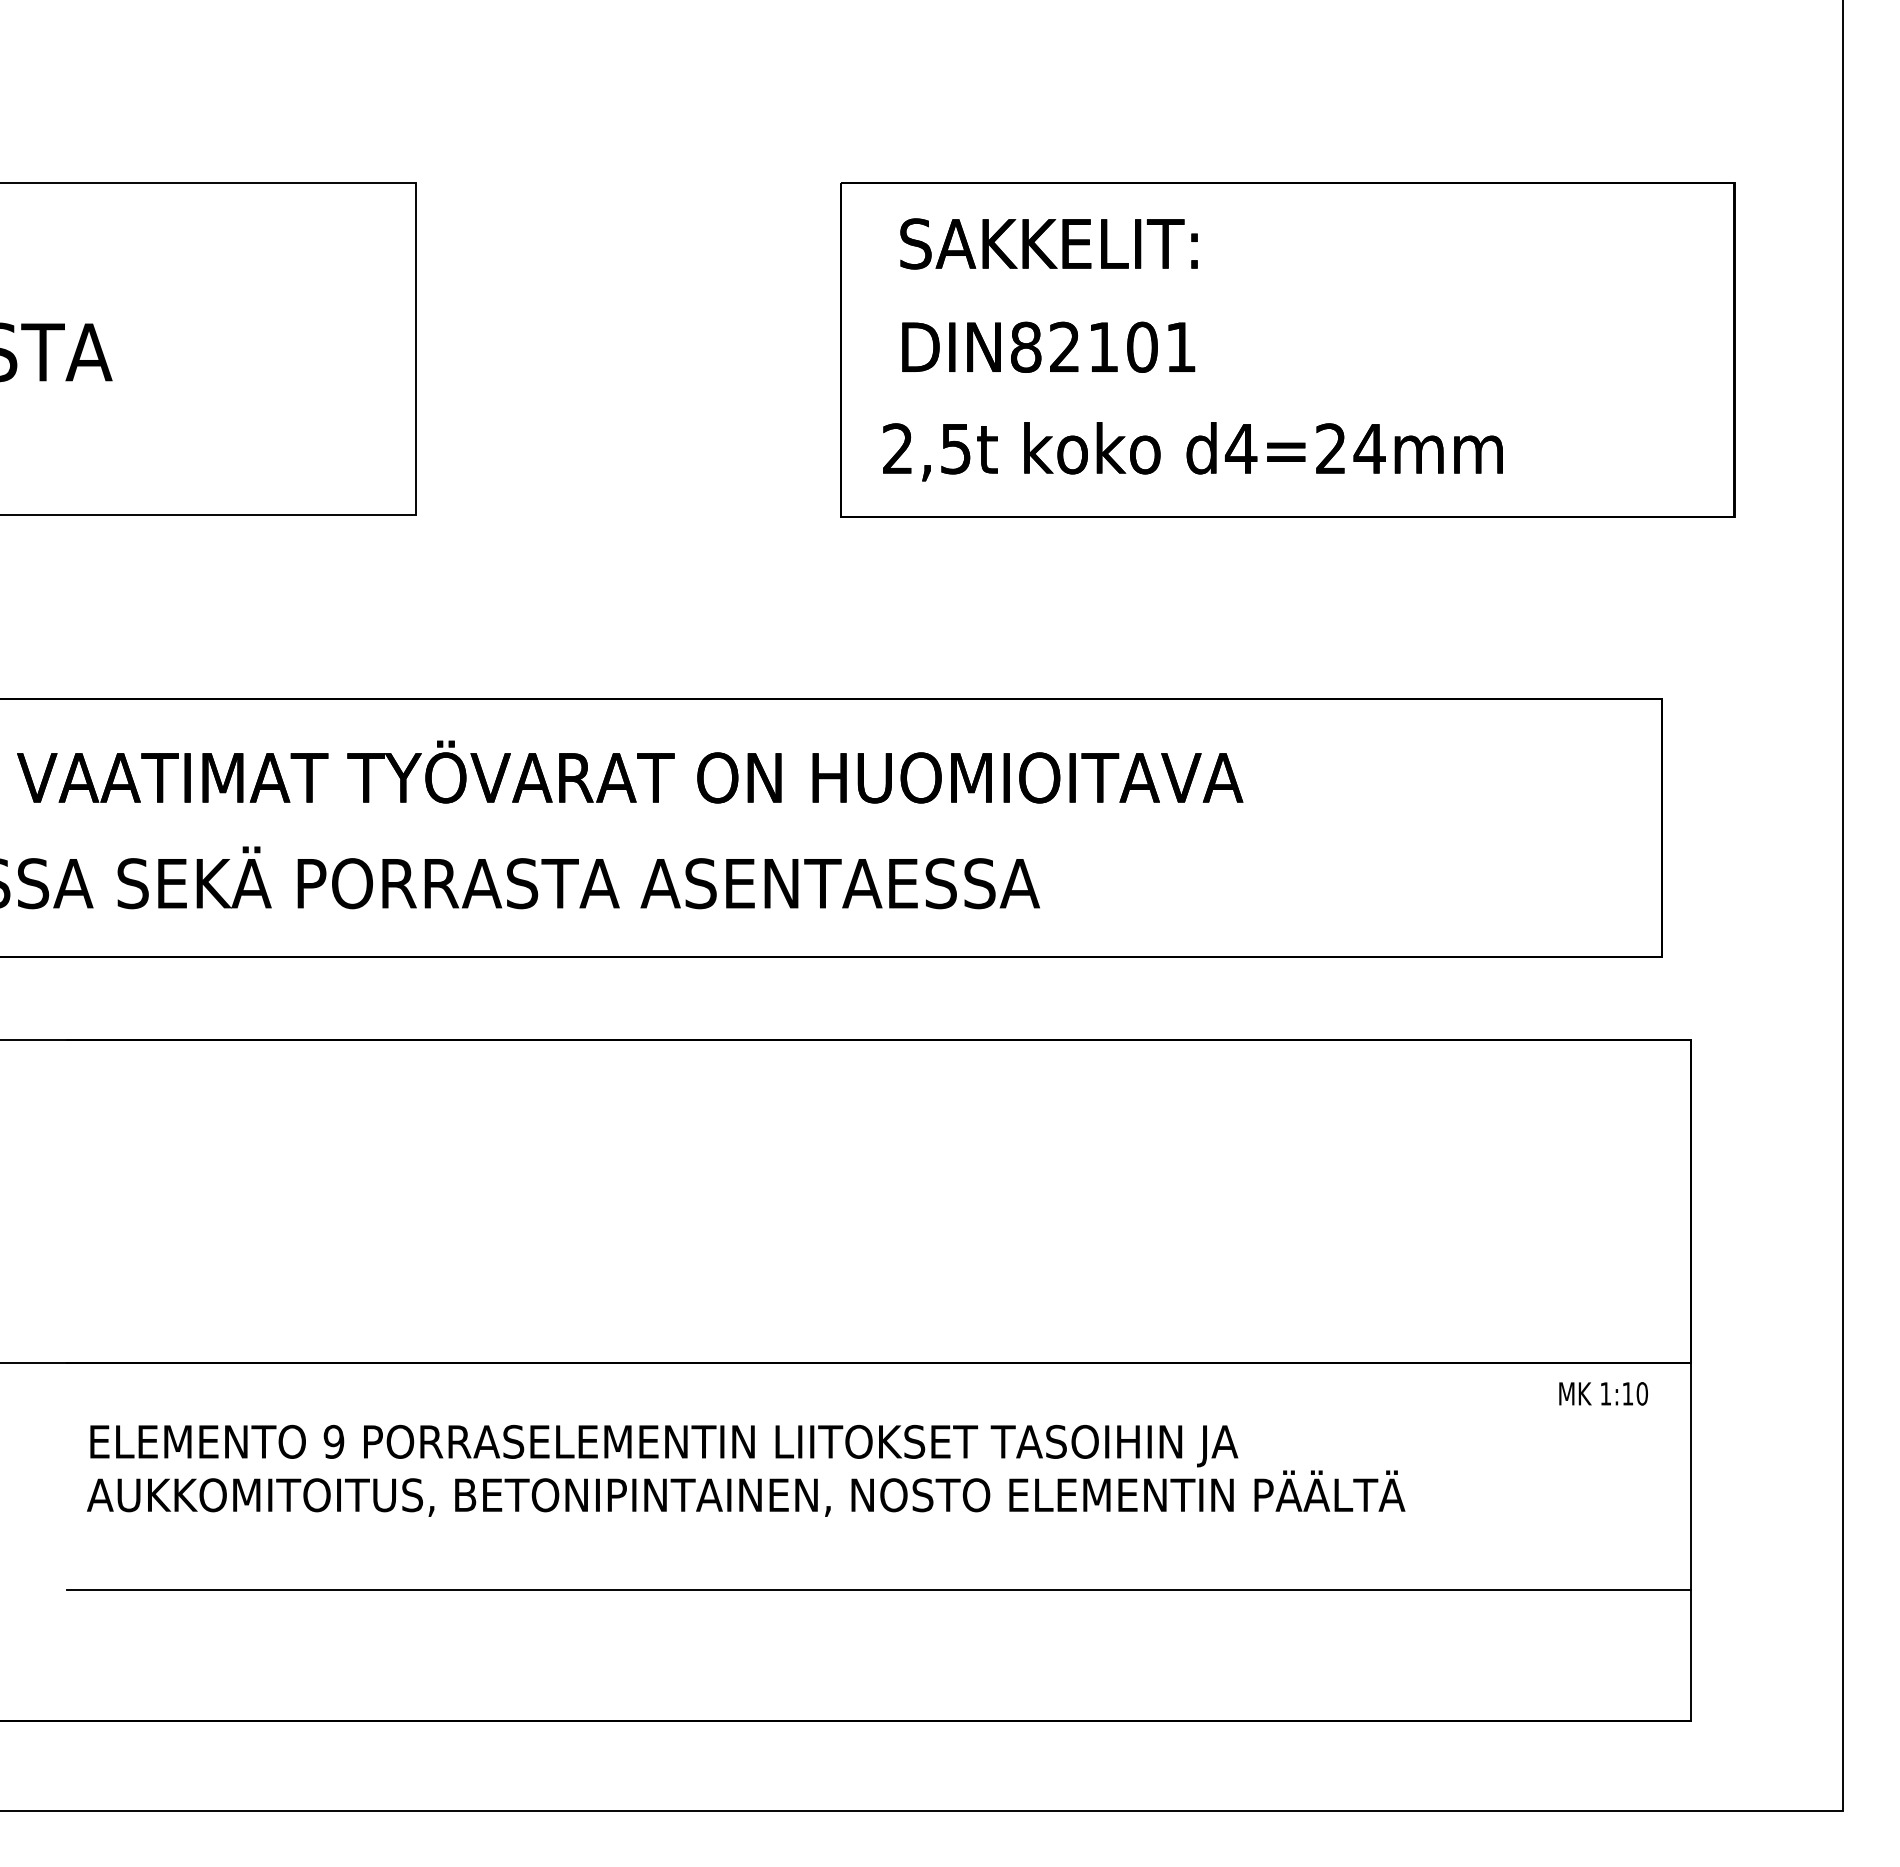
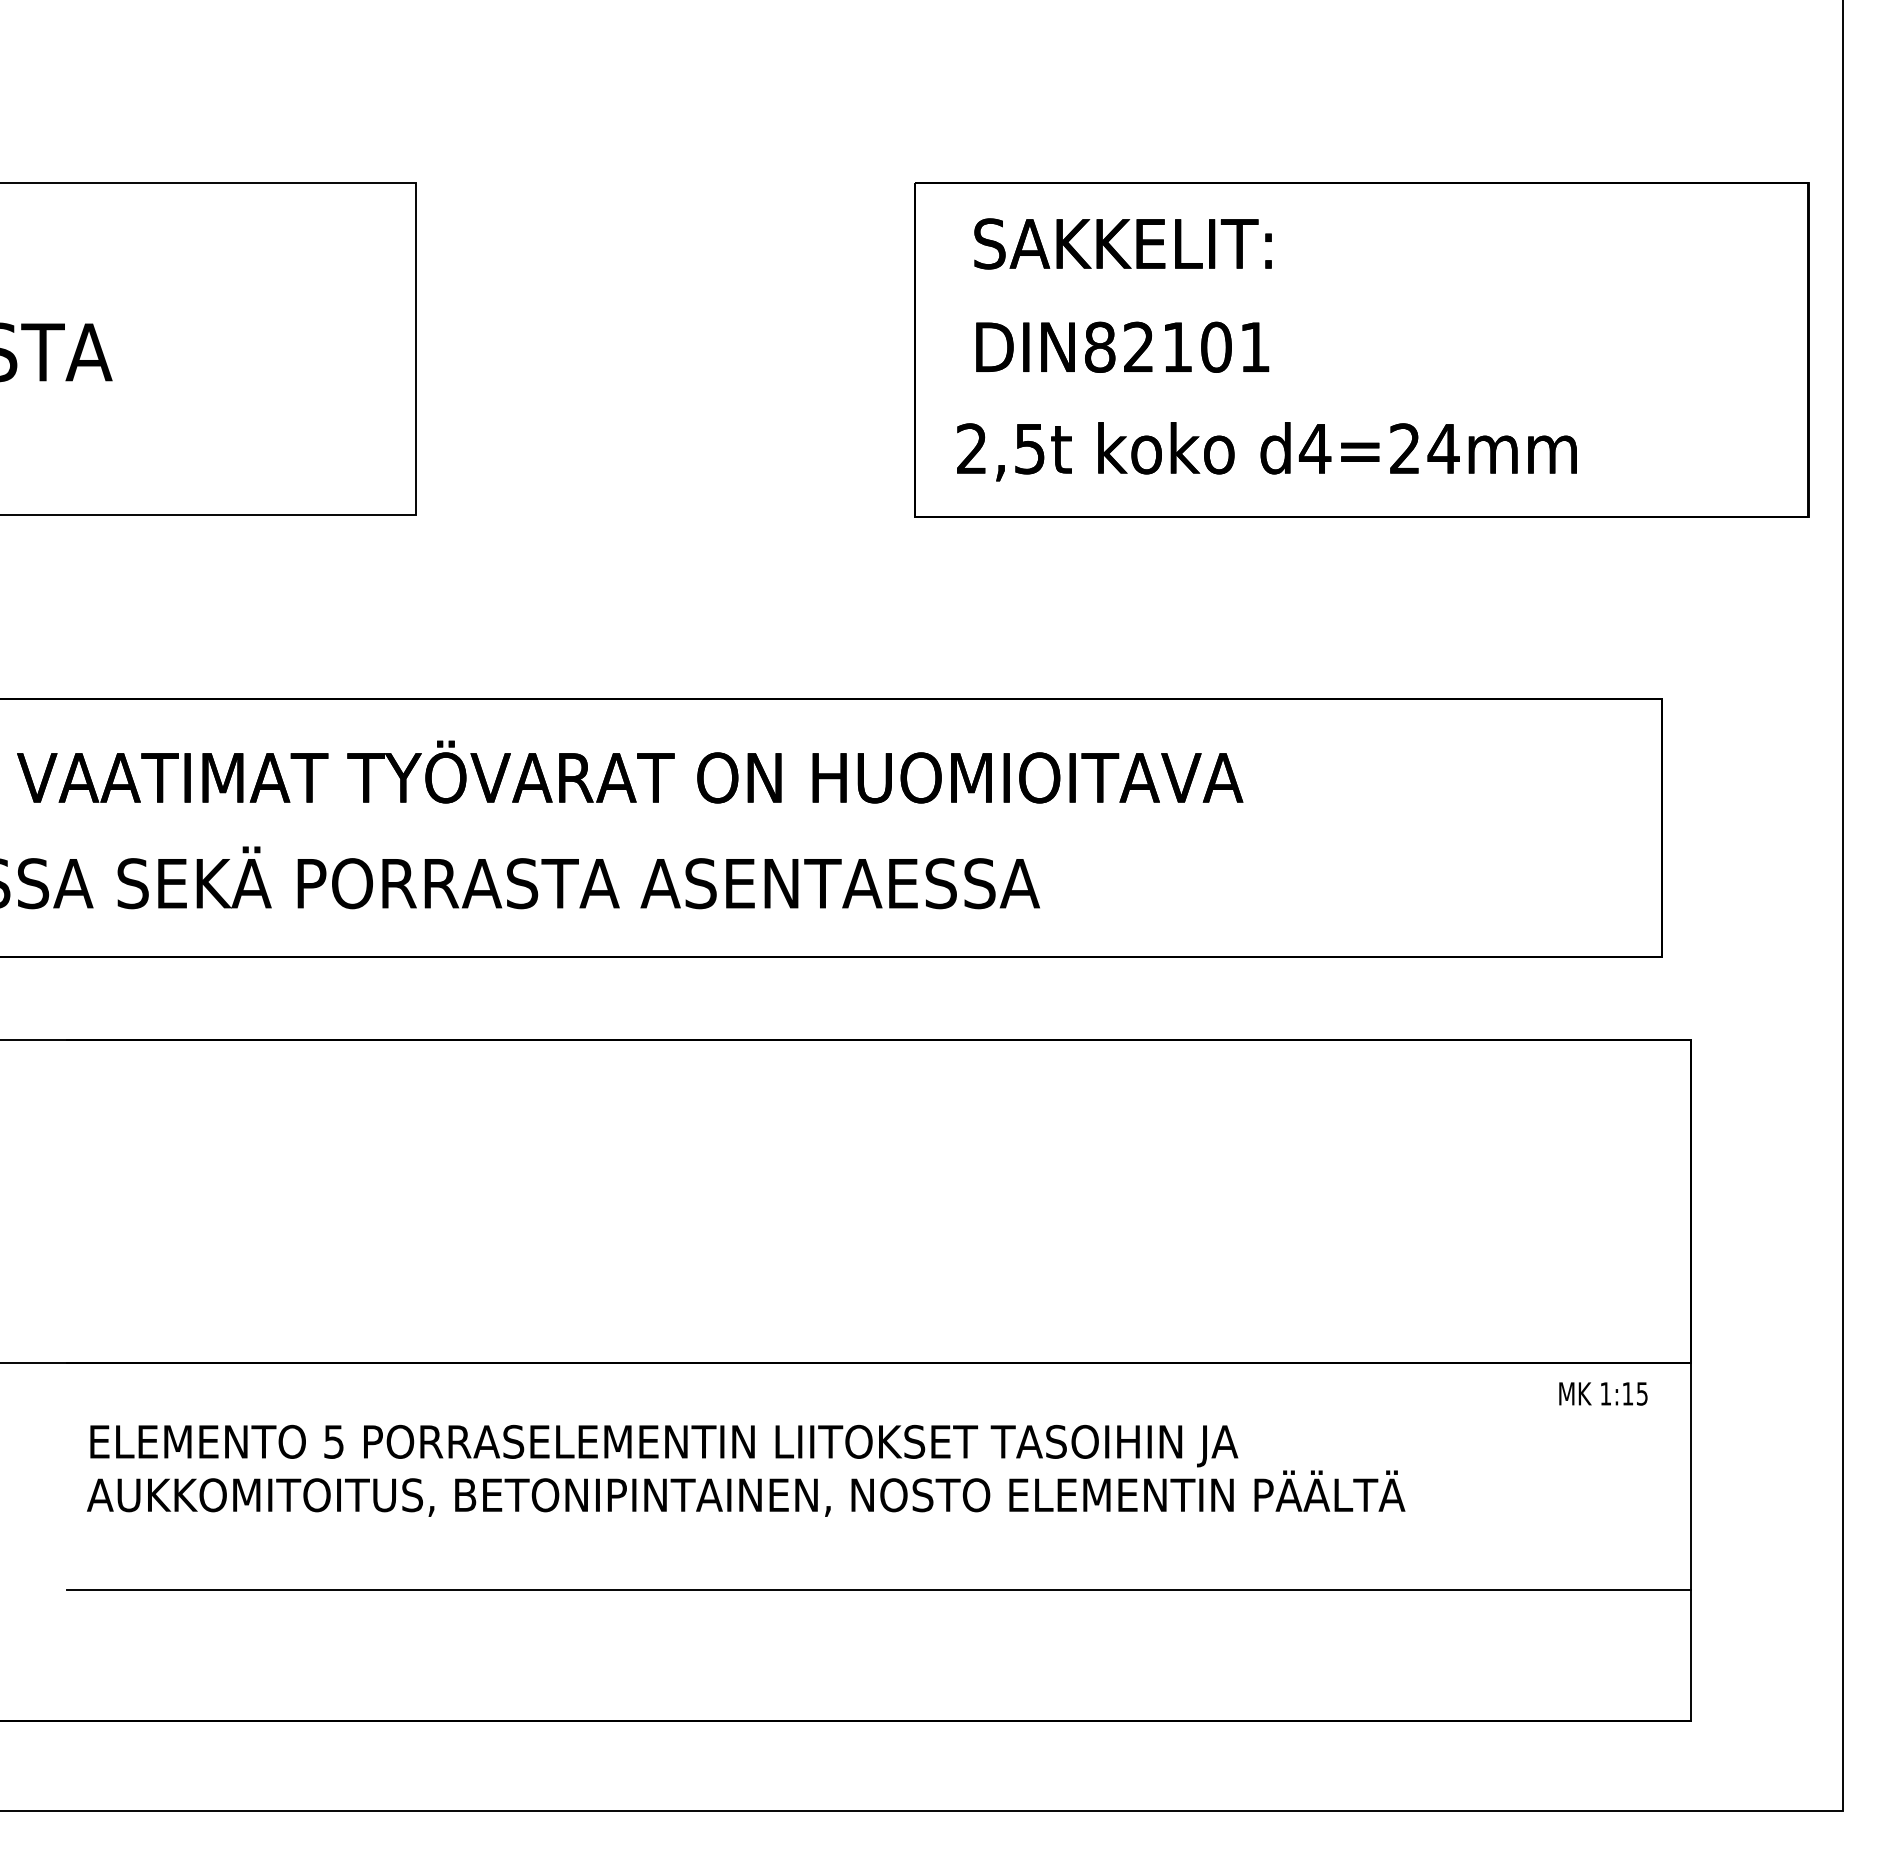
part at (1287, 349) position: (1287, 349) -> (1361, 349)
text at (1641, 1393): 1:10 -> 1:15
text at (333, 1441): 9 -> 5
